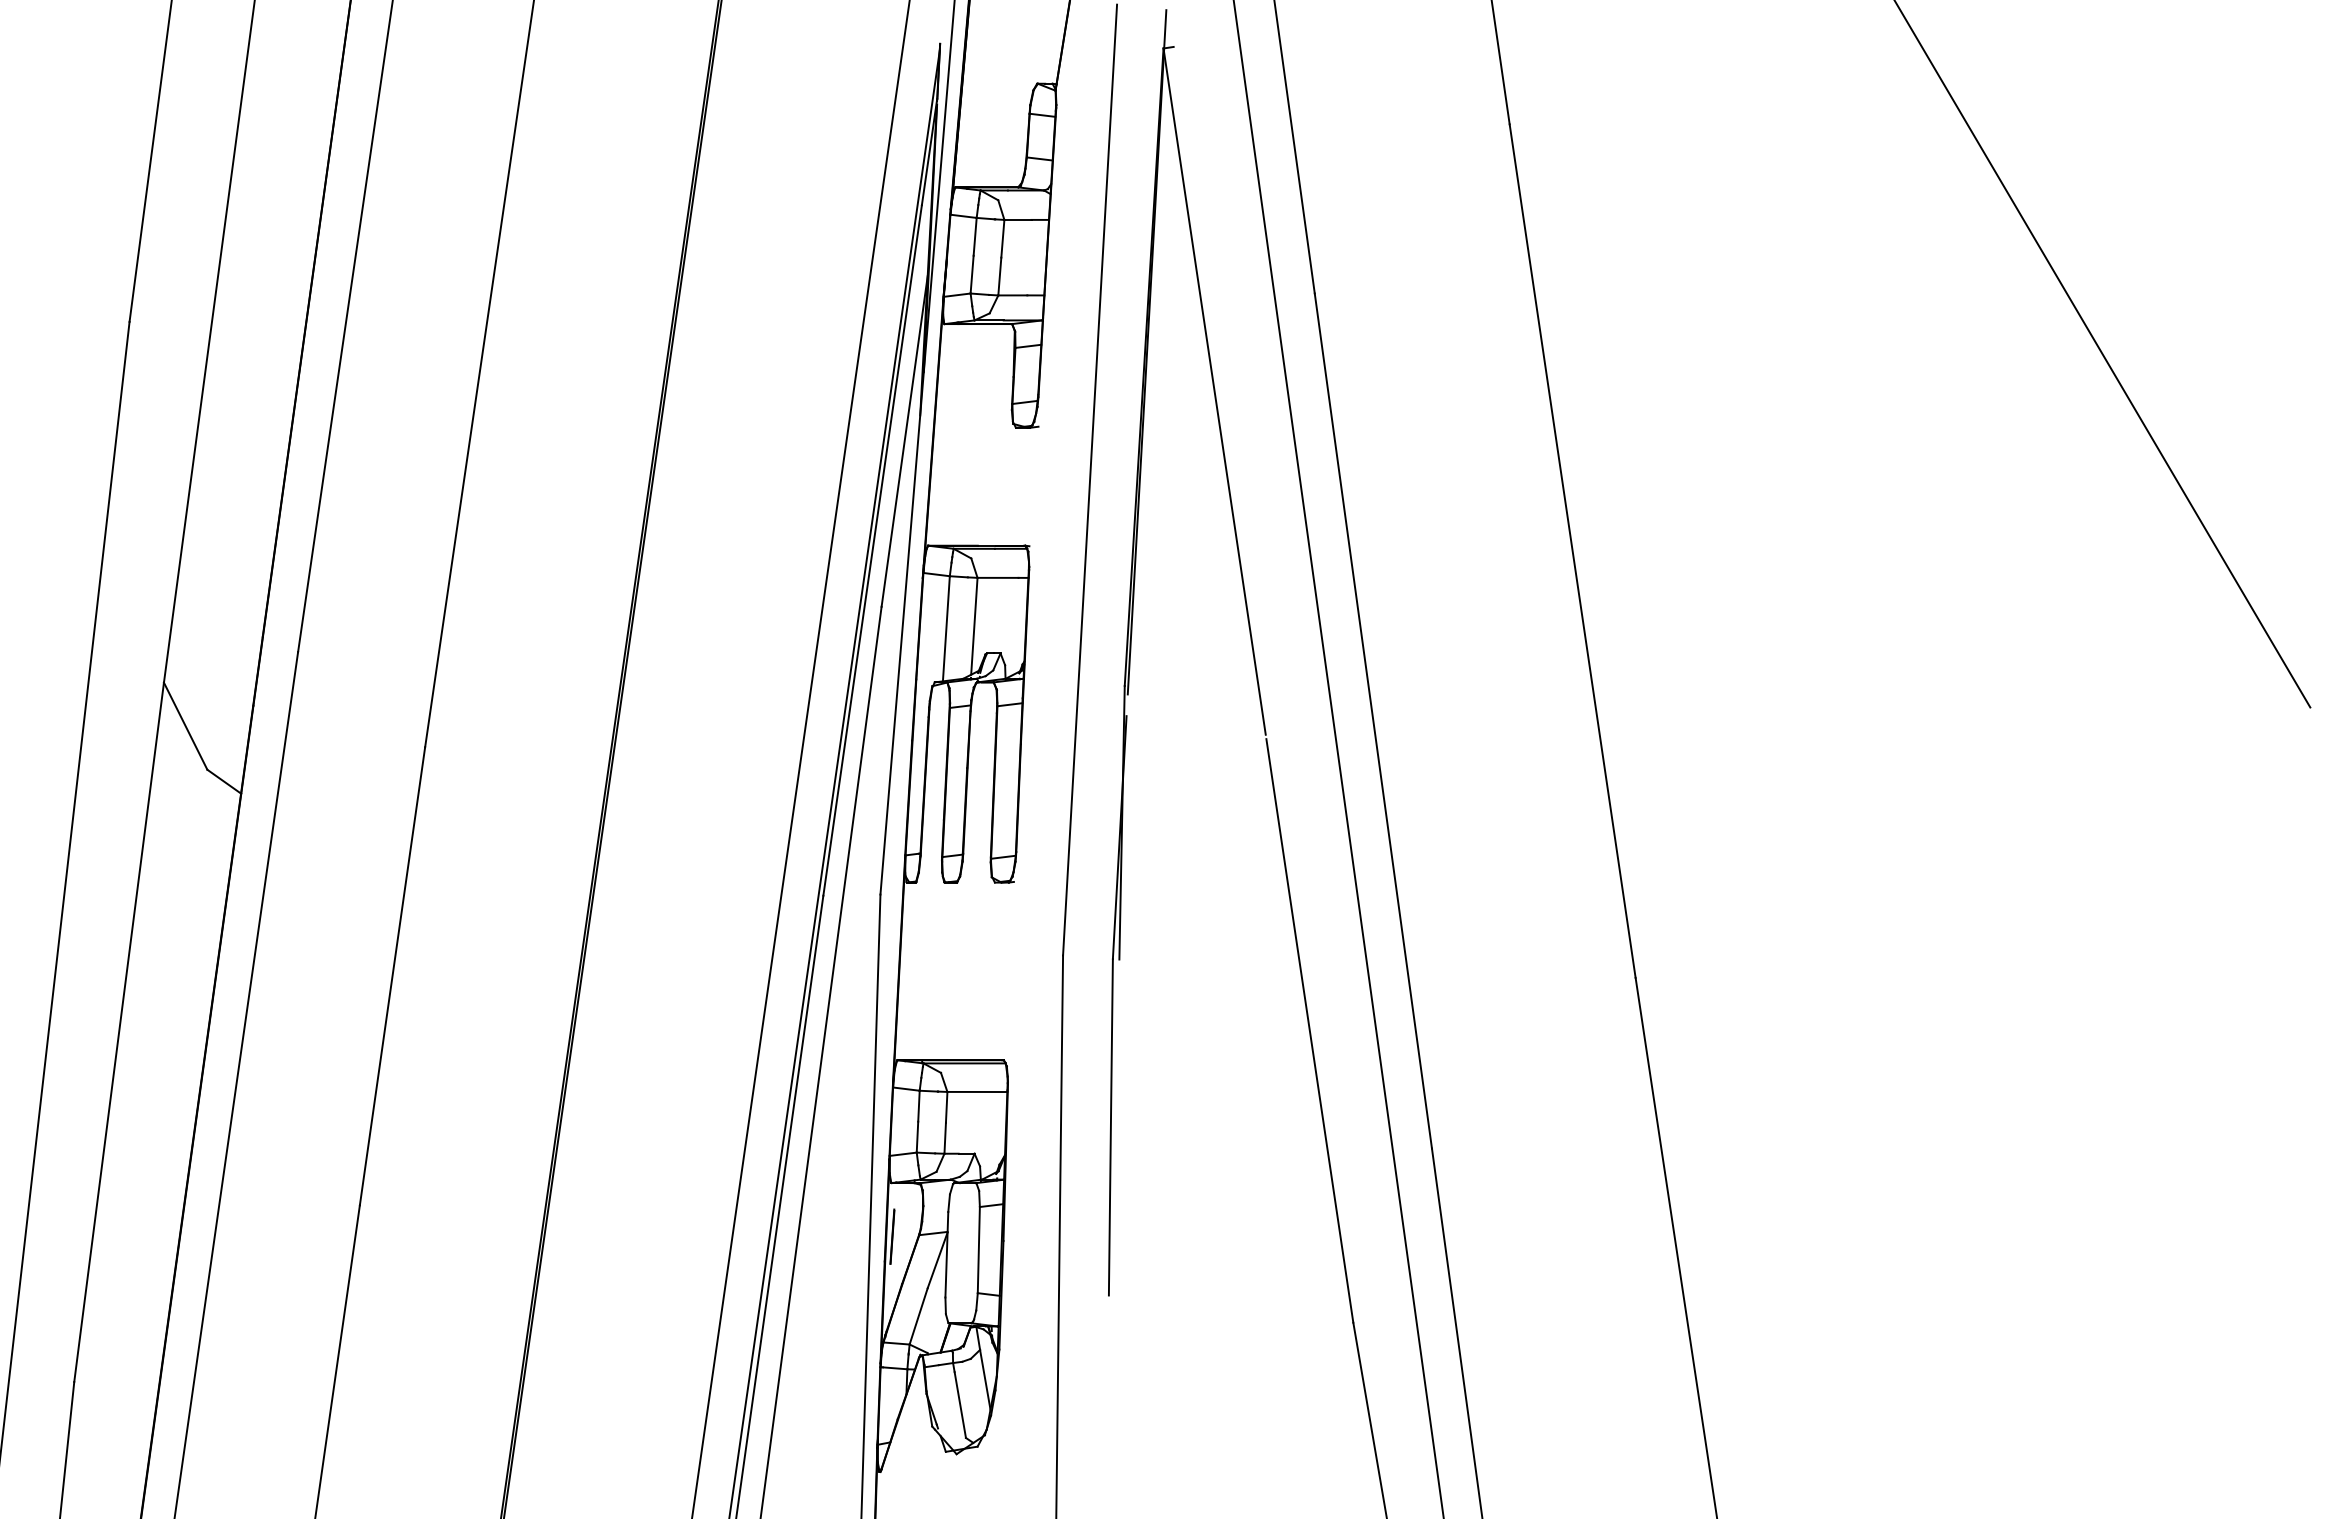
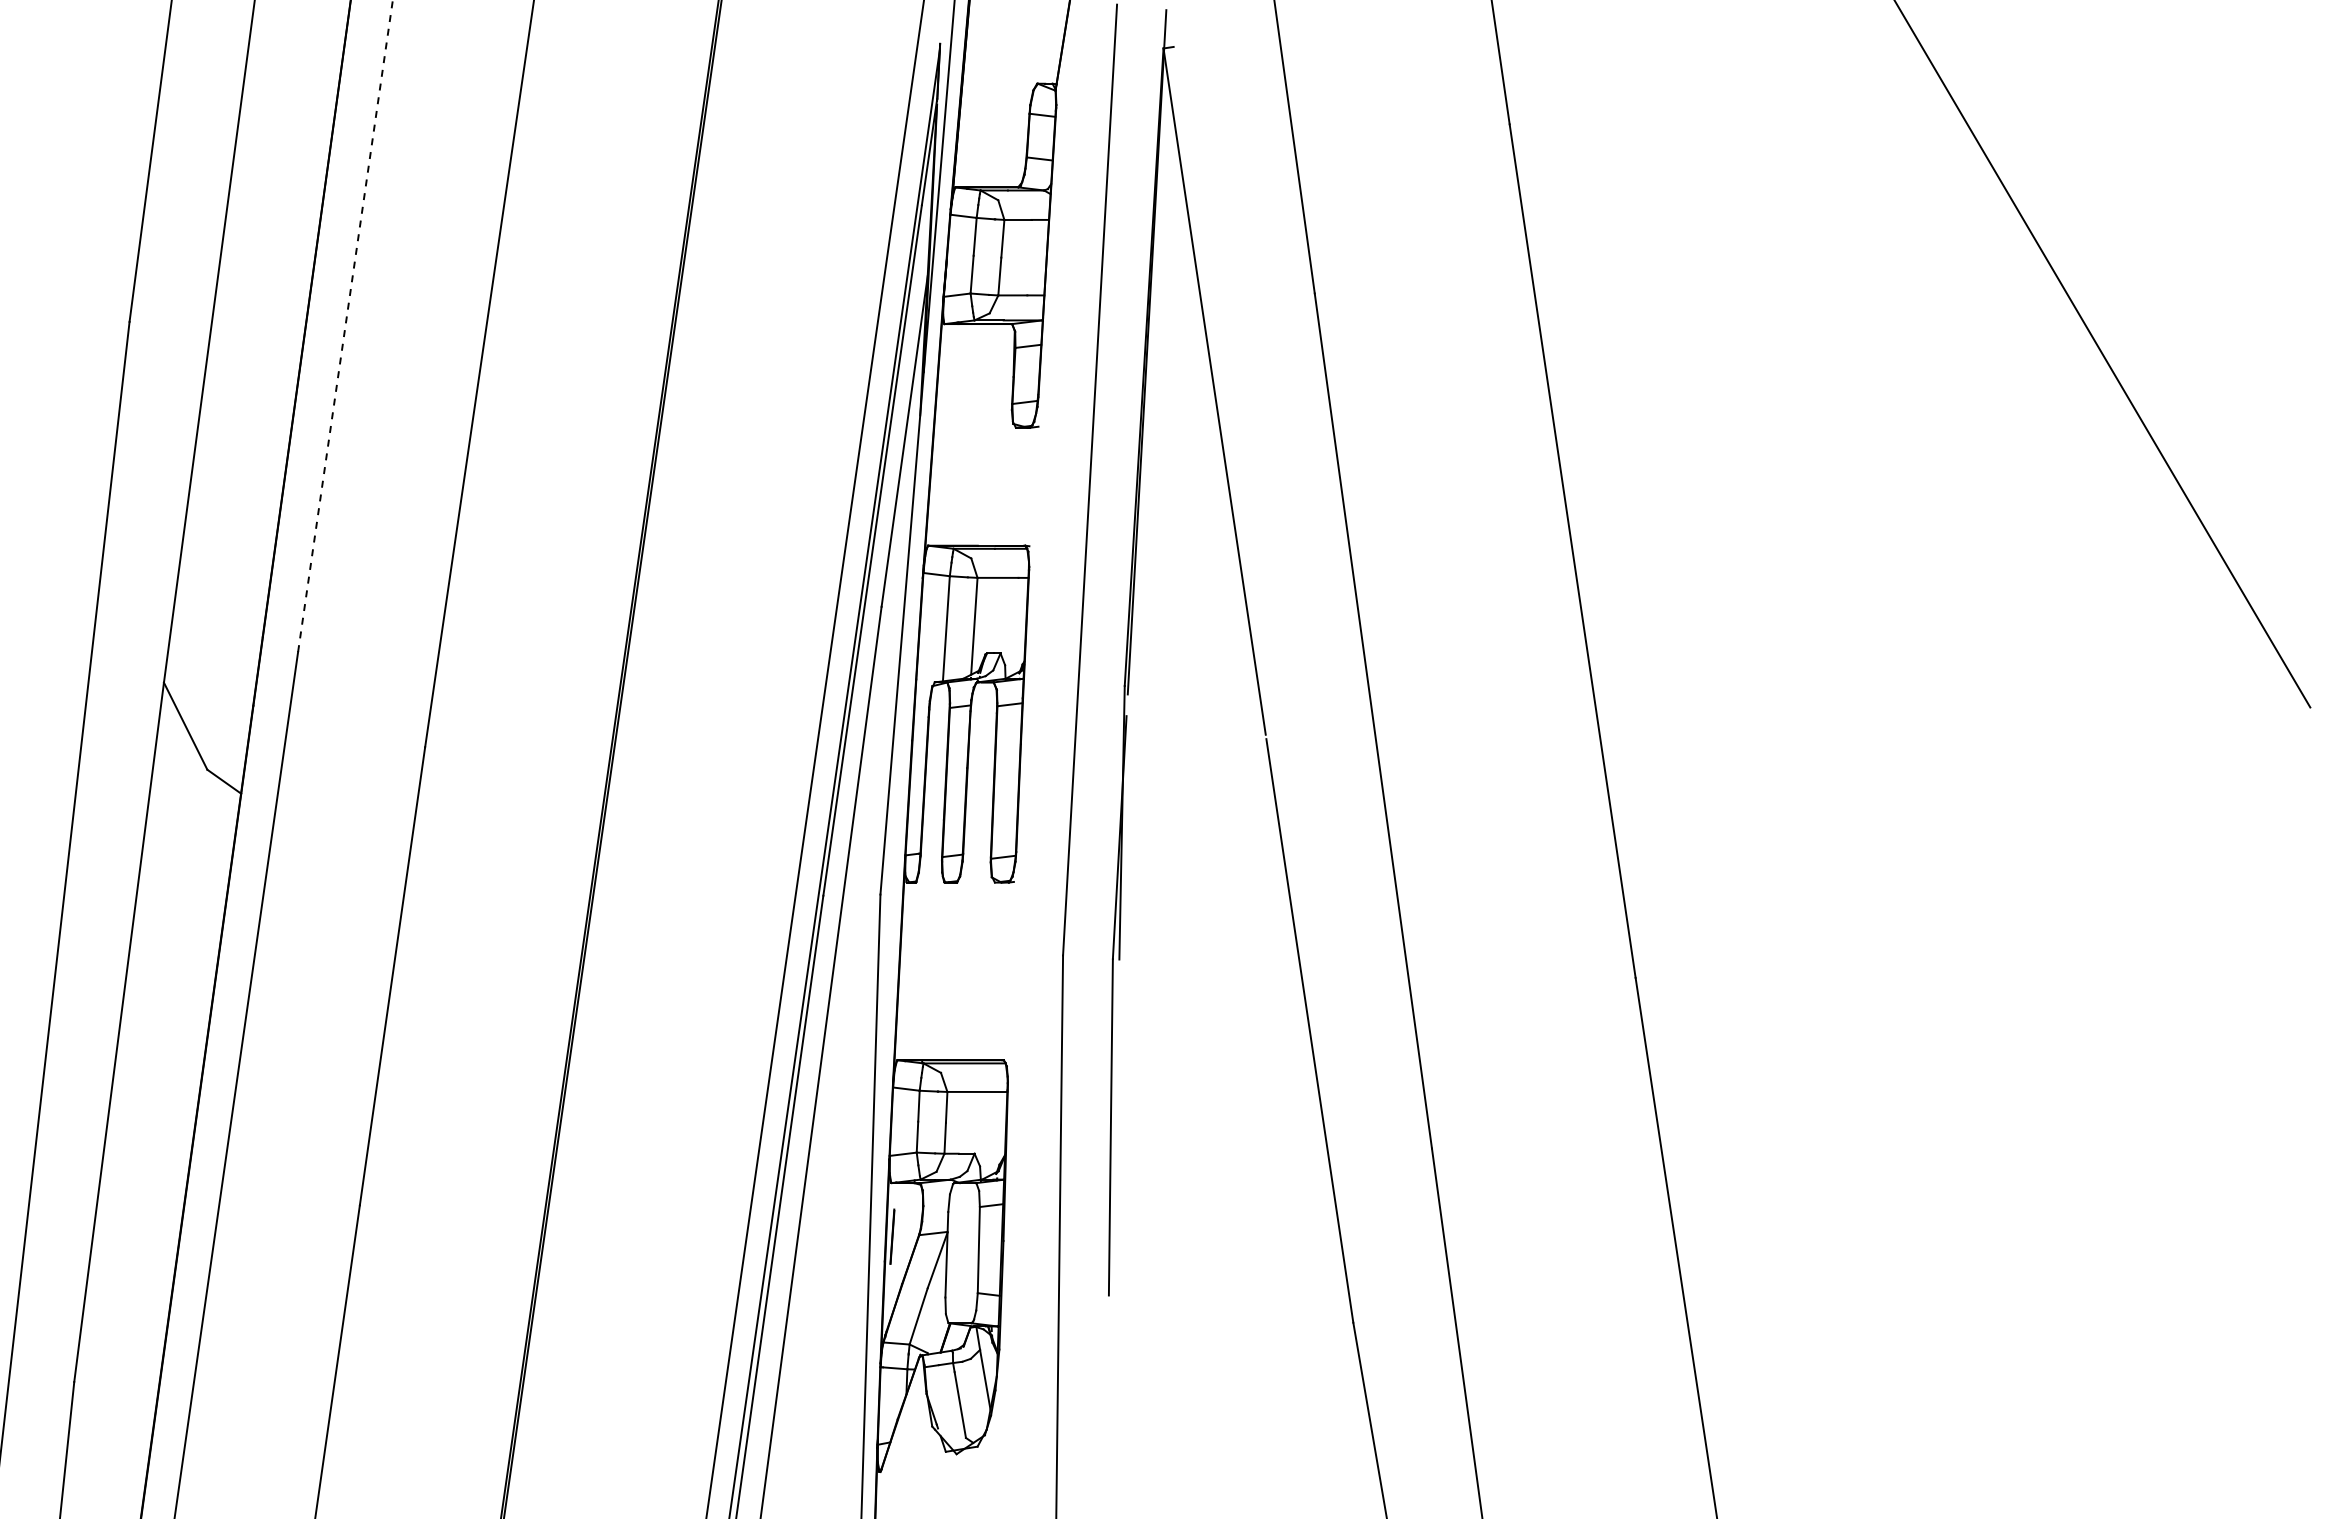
line at (345, 325): solid -> dashed
line at (800, 758) position: (800, 758) -> (814, 758)
line at (1338, 758): present -> none
